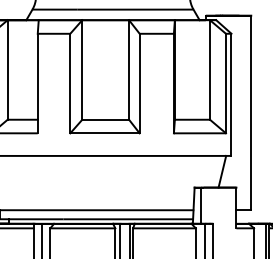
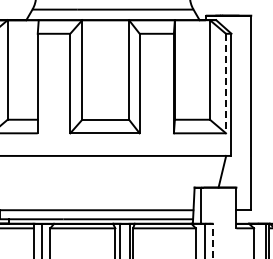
line at (225, 83): solid -> dashed
line at (212, 240): solid -> dashed
